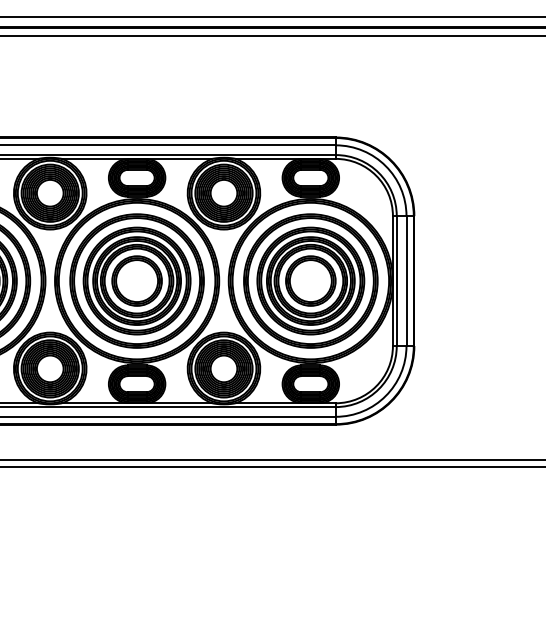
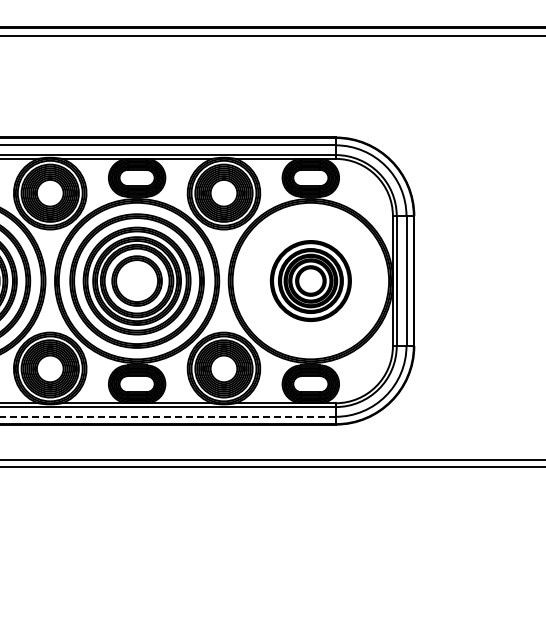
line at (272, 17): present -> none
part at (310, 280) size: 136x136 px -> 83x82 px
line at (168, 416): solid -> dashed
